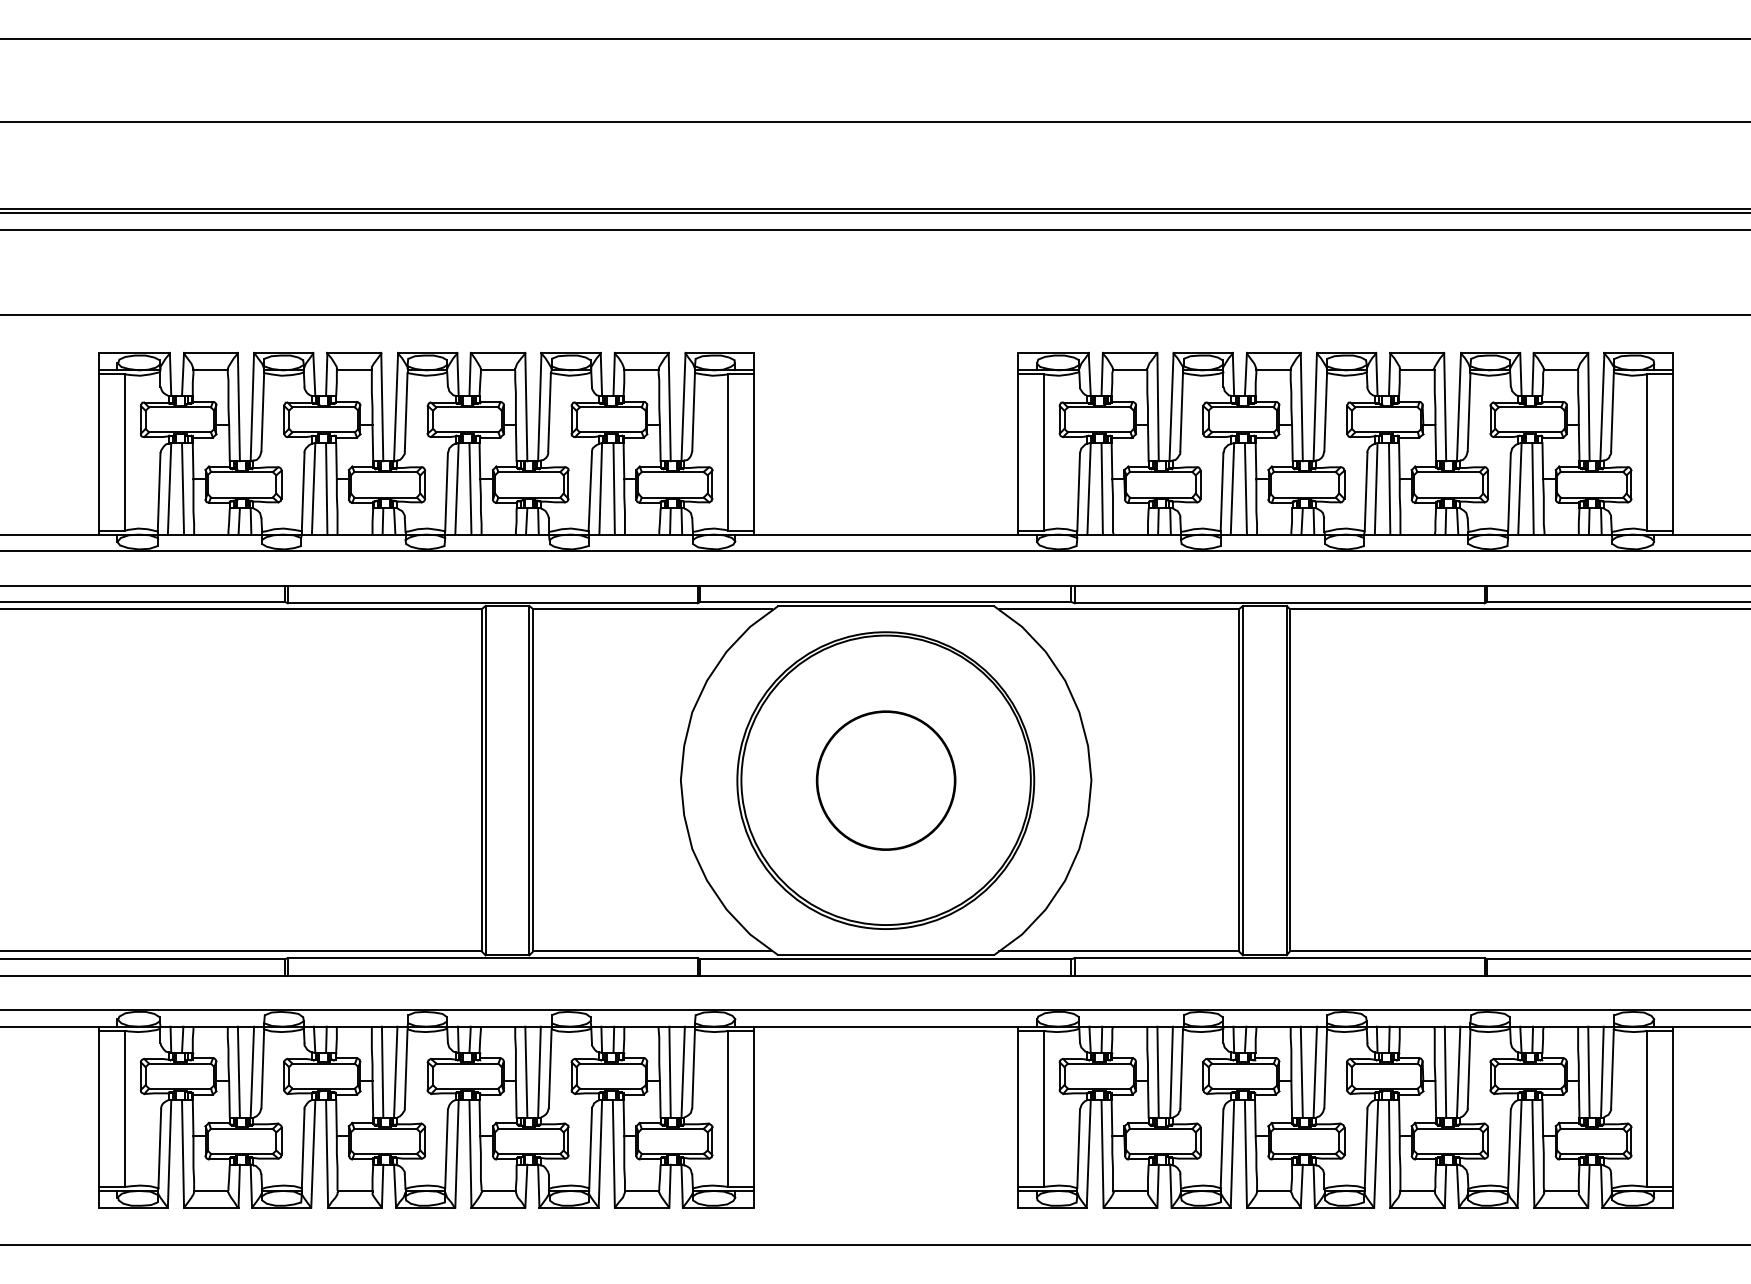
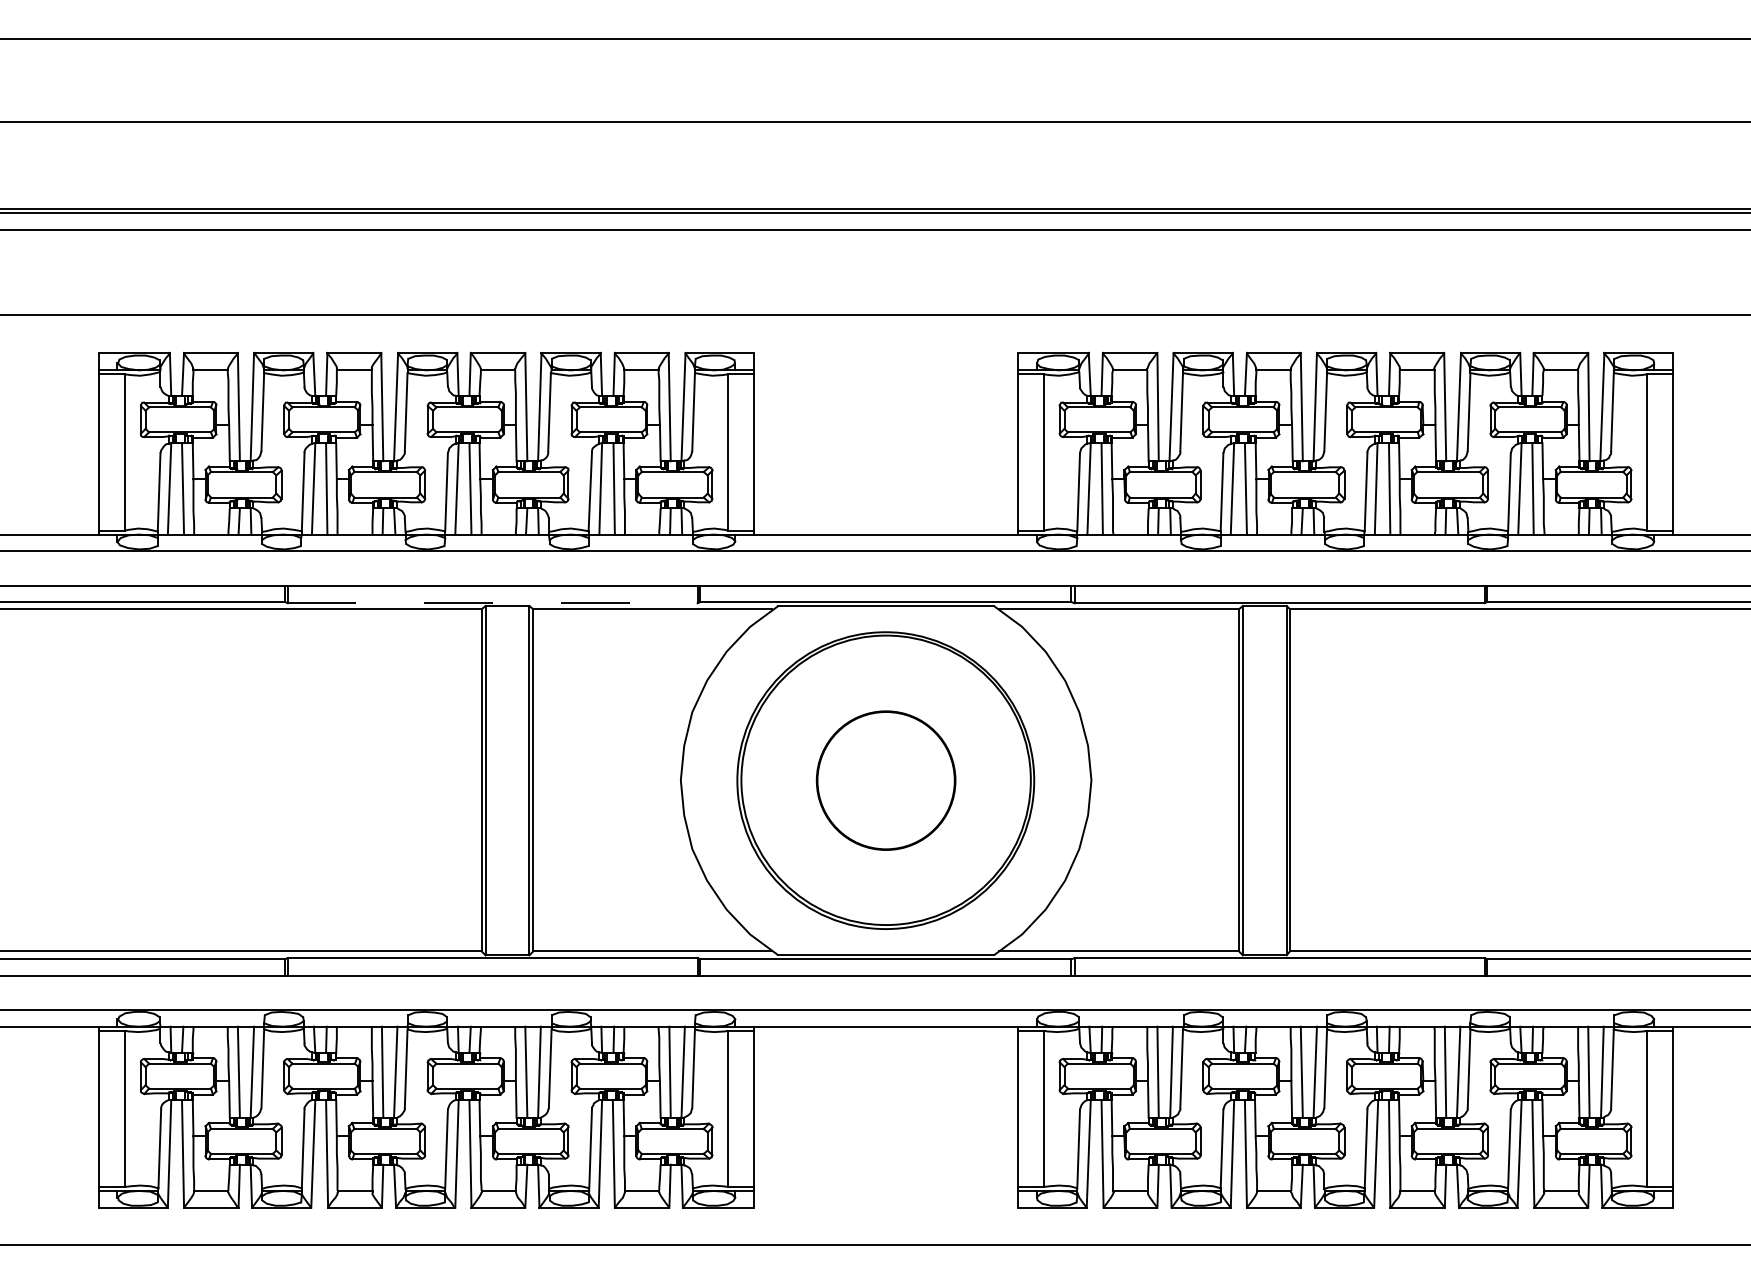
line at (492, 603): solid -> dashed
